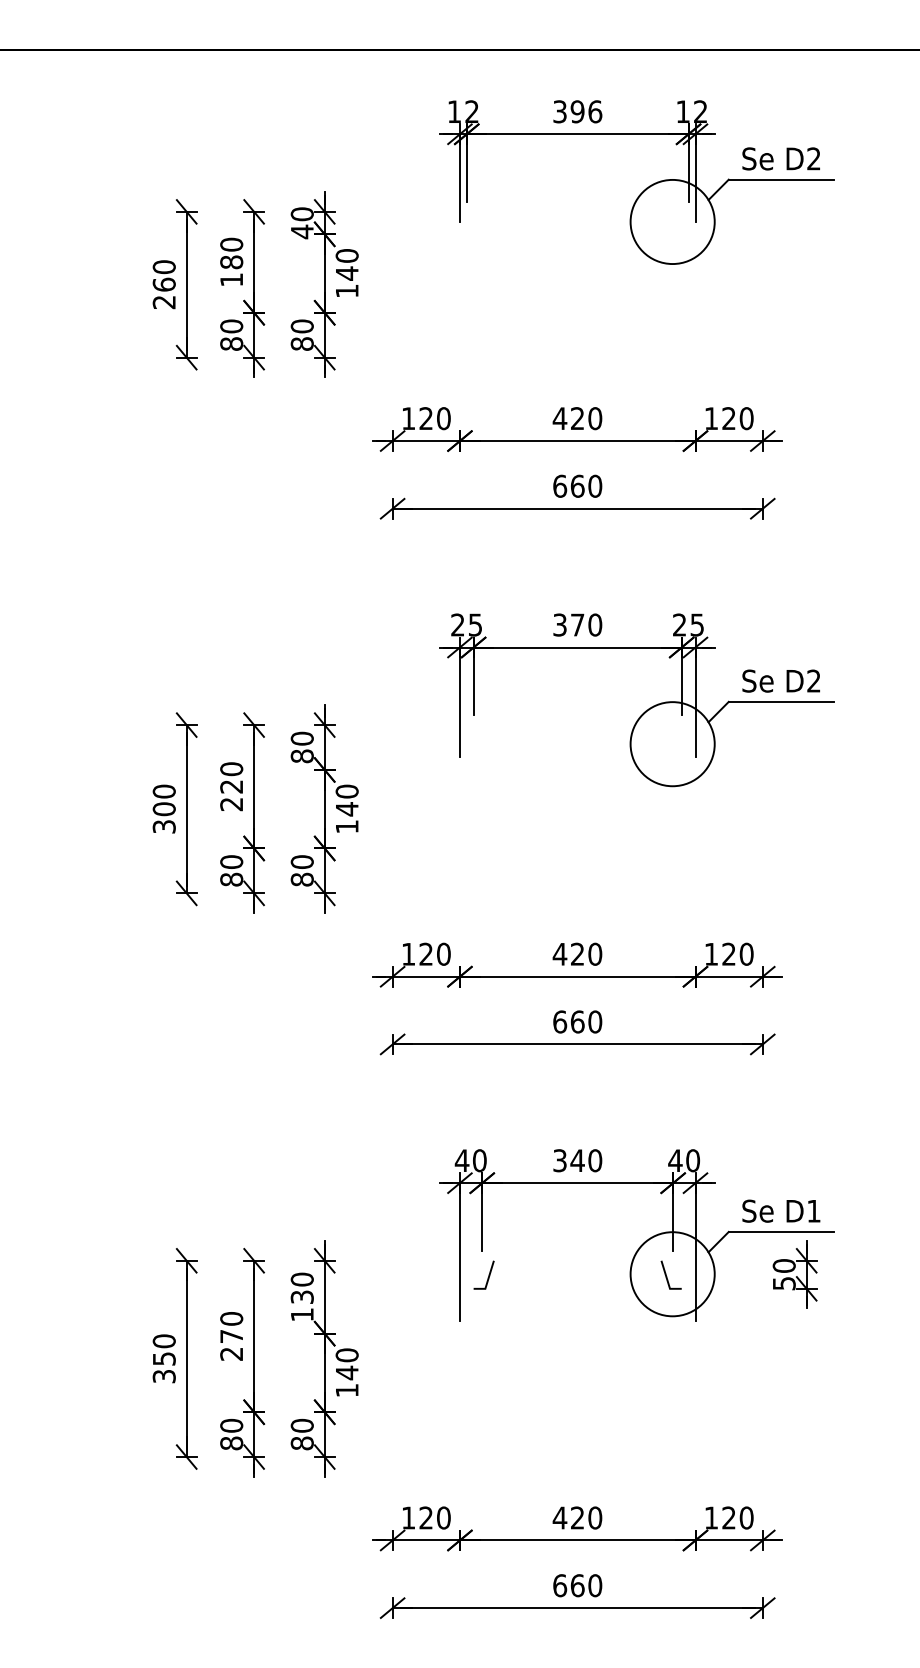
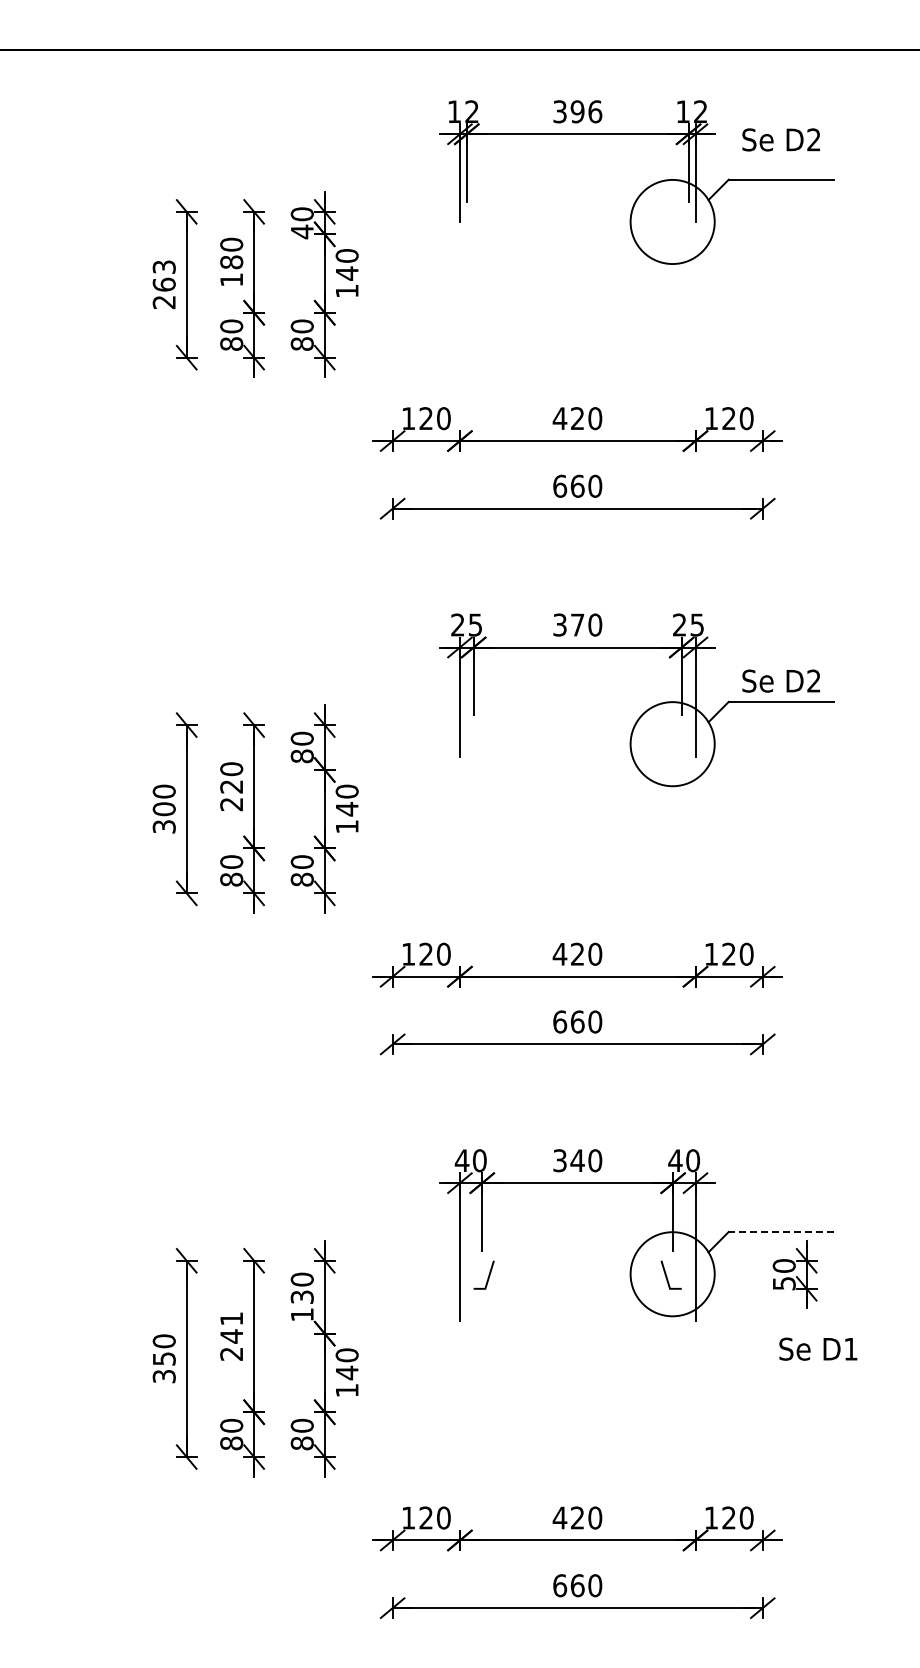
text at (780, 158) position: (780, 158) -> (780, 139)
text at (163, 267): 260 -> 263
text at (781, 1210) position: (781, 1210) -> (818, 1348)
line at (780, 1231): solid -> dashed
text at (231, 1327): 270 -> 241
